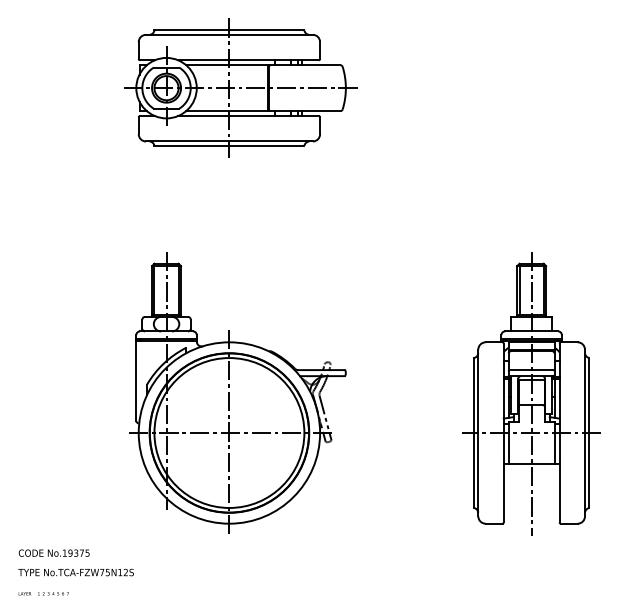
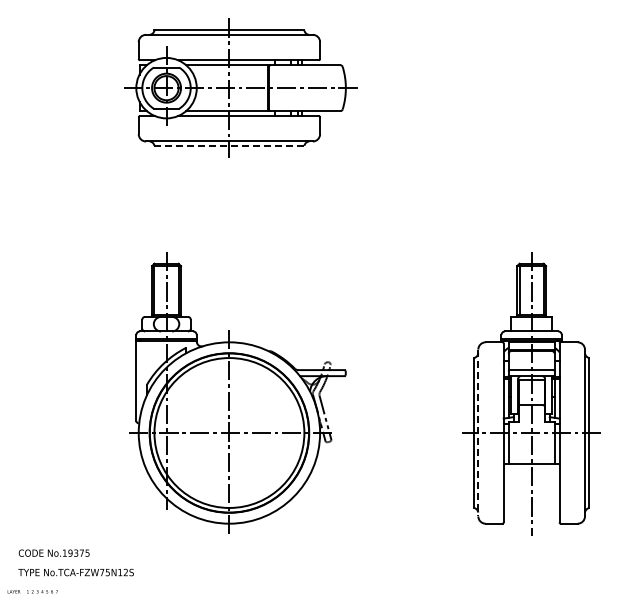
line at (229, 145): solid -> dashed
line at (478, 433): solid -> dashed
text at (43, 593) position: (43, 593) -> (32, 591)
